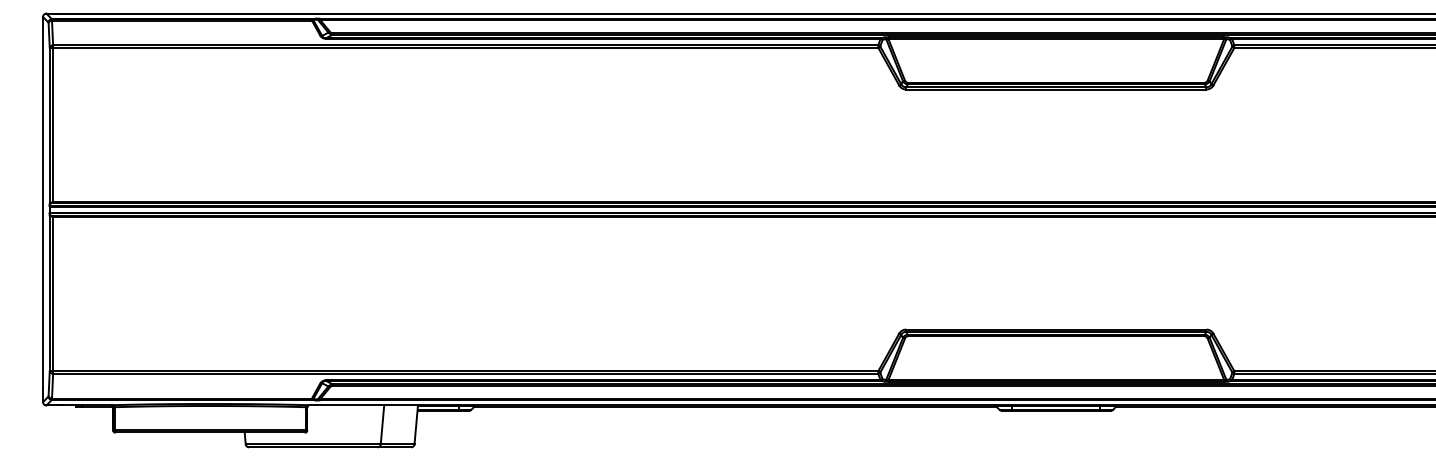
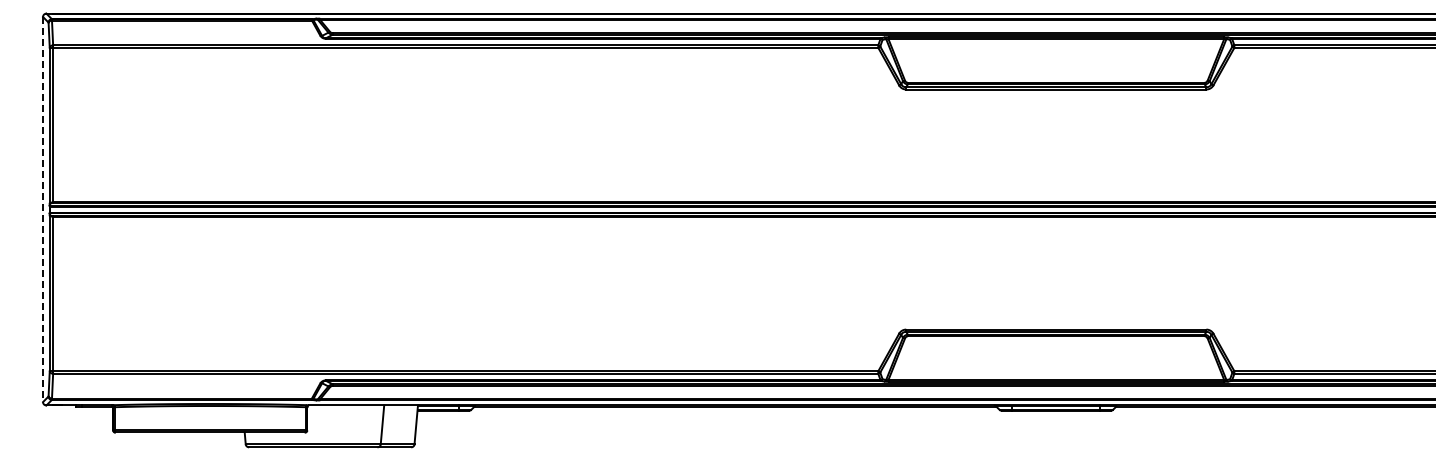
line at (43, 209): solid -> dashed
